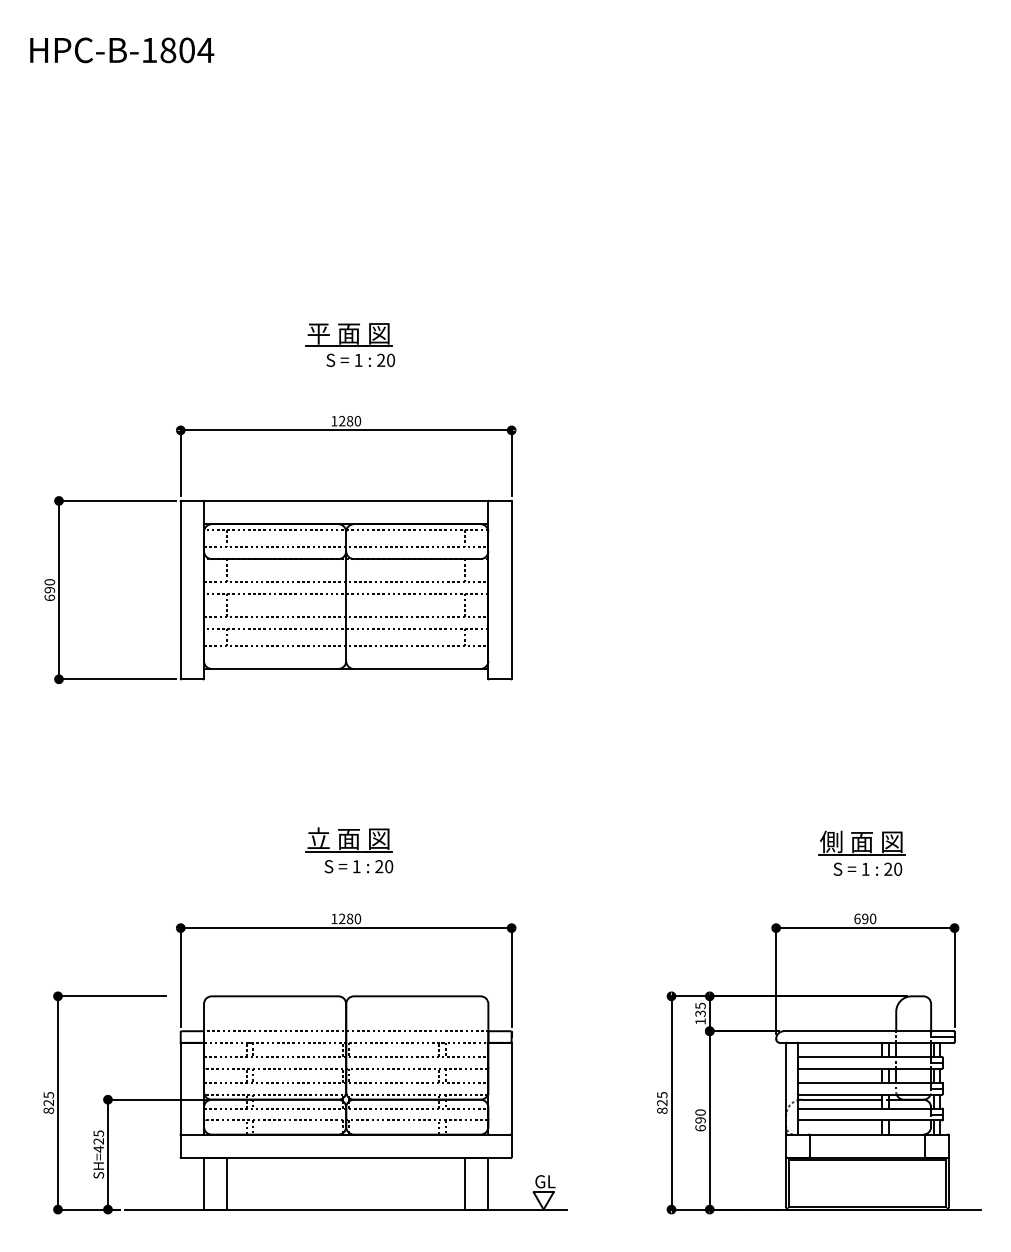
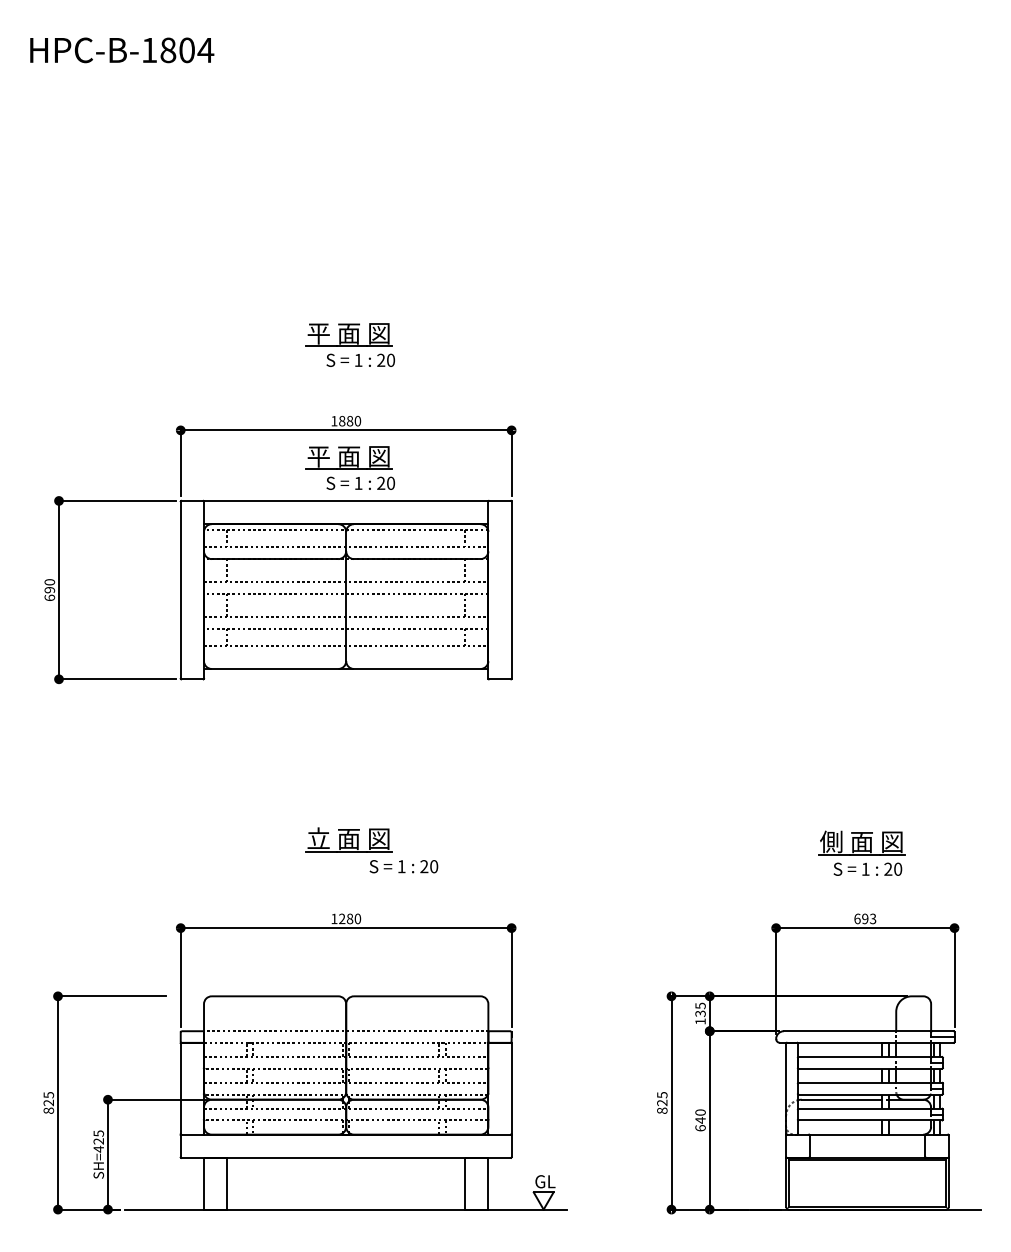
text at (342, 421): 1280 -> 1880
part at (349, 467): none -> present
text at (358, 866) position: (358, 866) -> (403, 866)
text at (872, 918): 690 -> 693
text at (700, 1120): 690 -> 640
